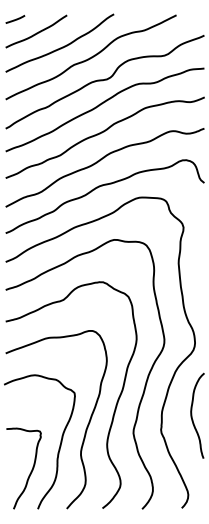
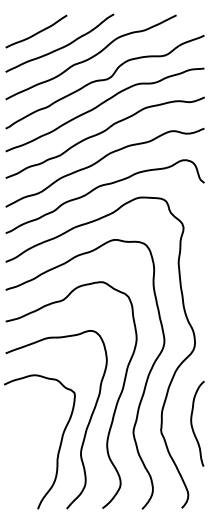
line at (15, 19): present -> none
curve at (192, 415) position: (192, 415) -> (192, 423)
curve at (30, 471): present -> none
